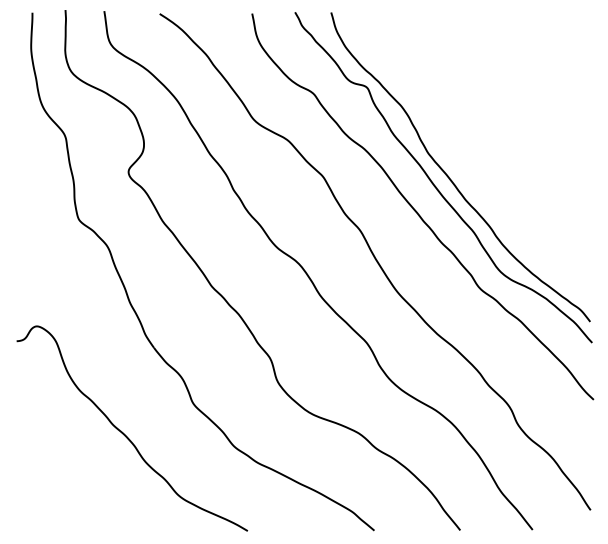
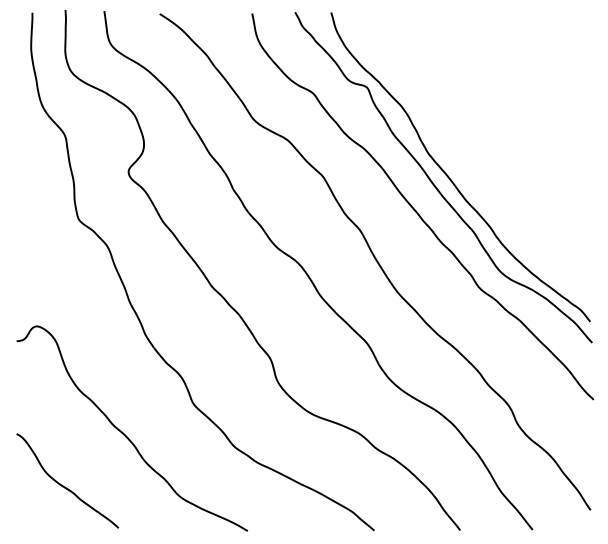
curve at (65, 486): none -> present
